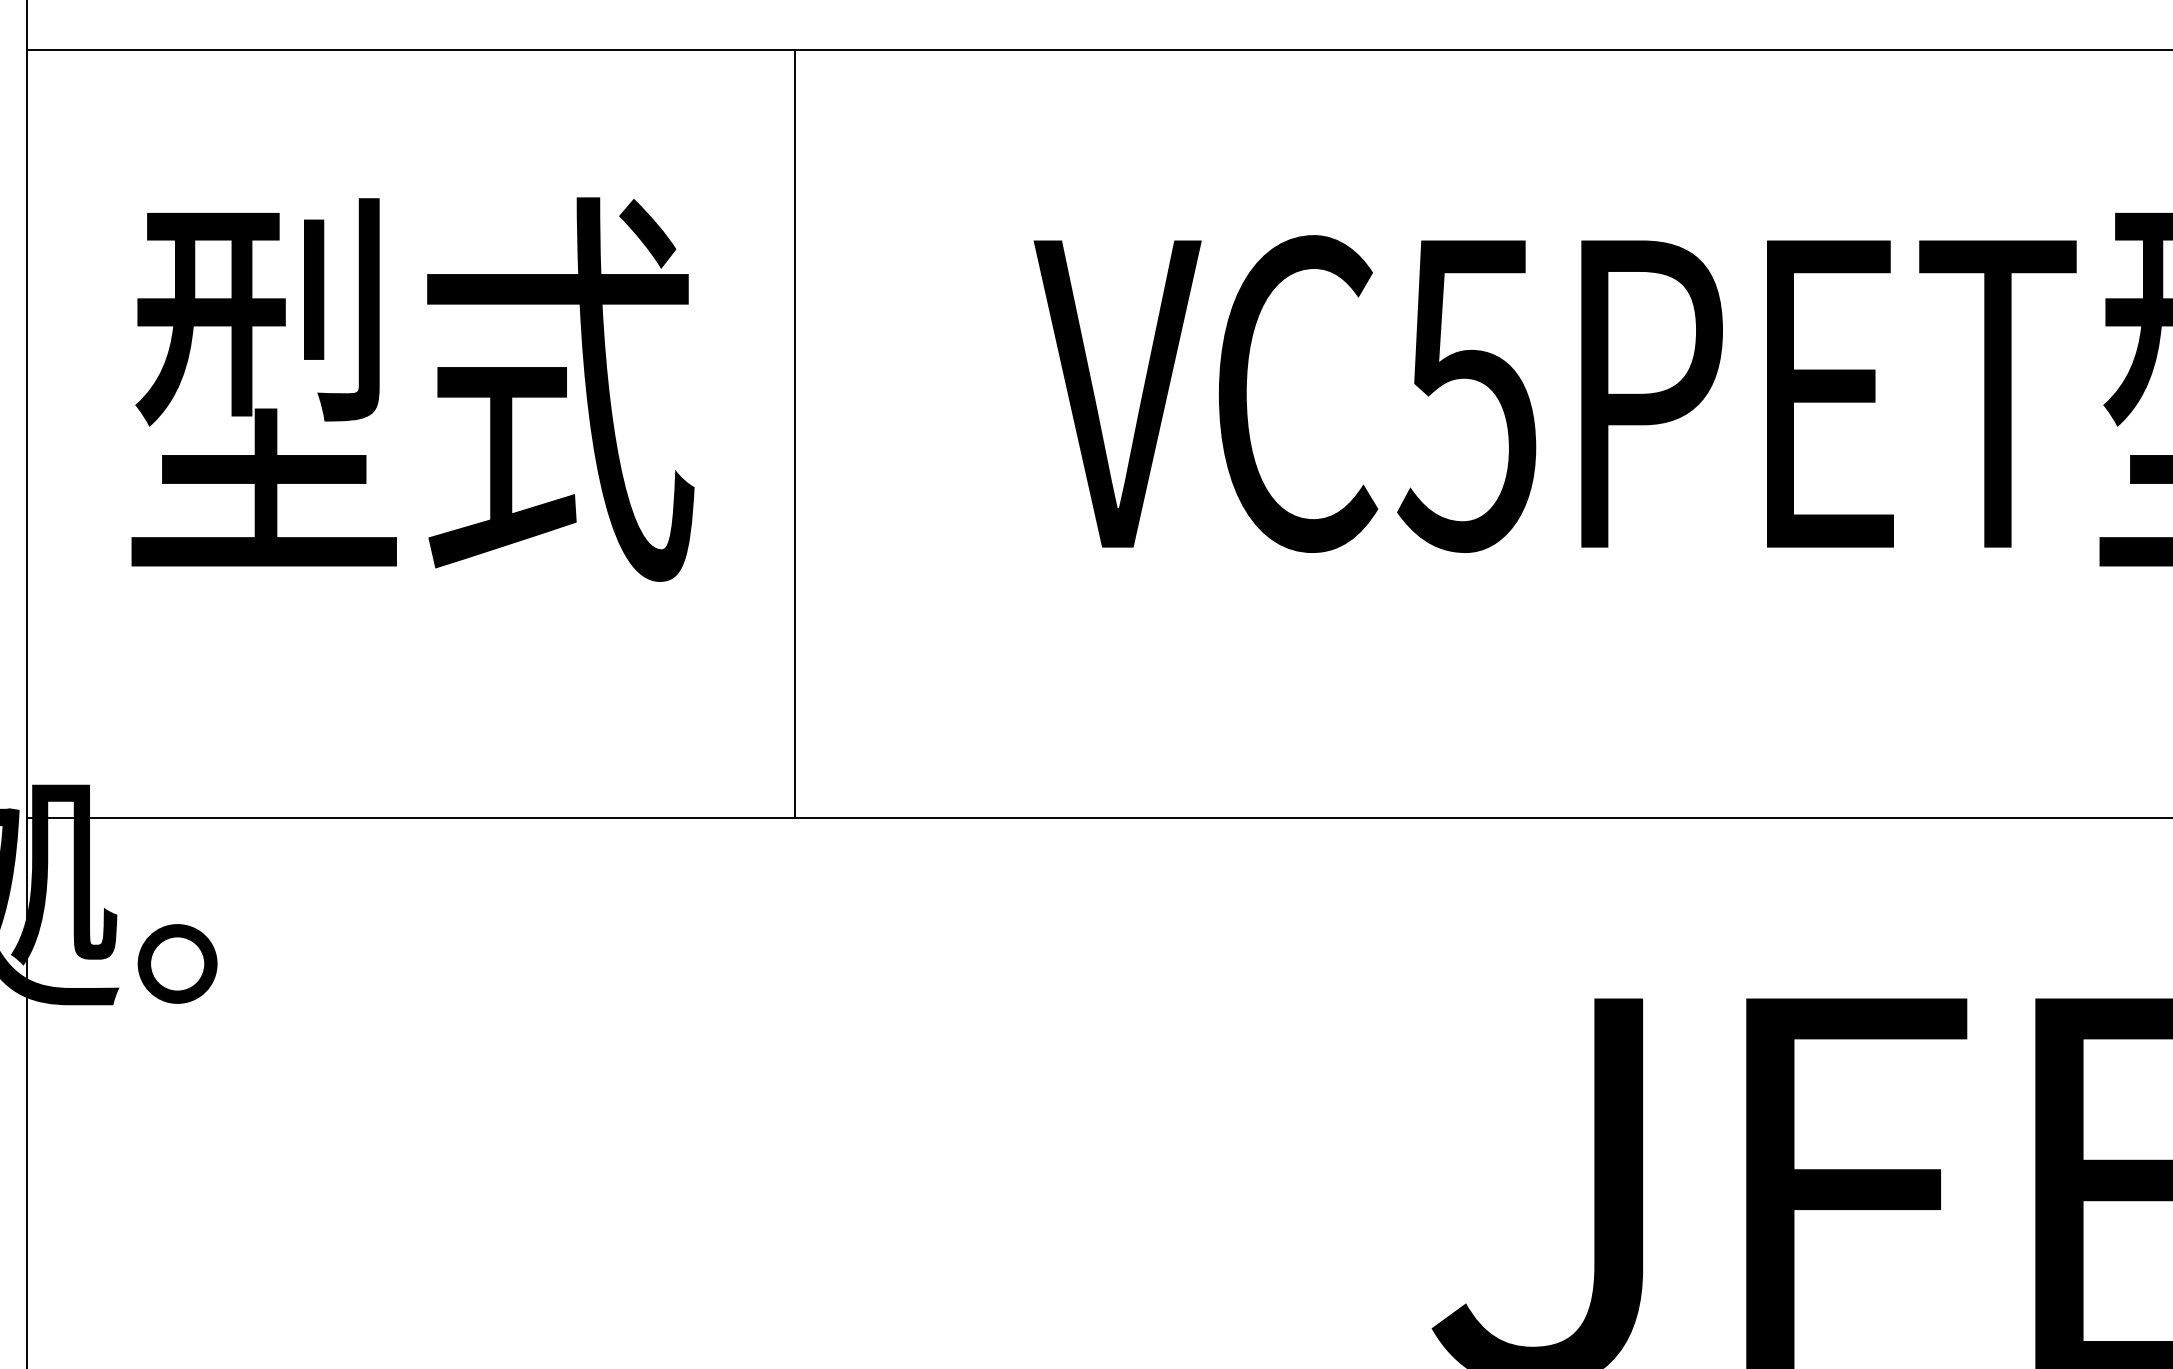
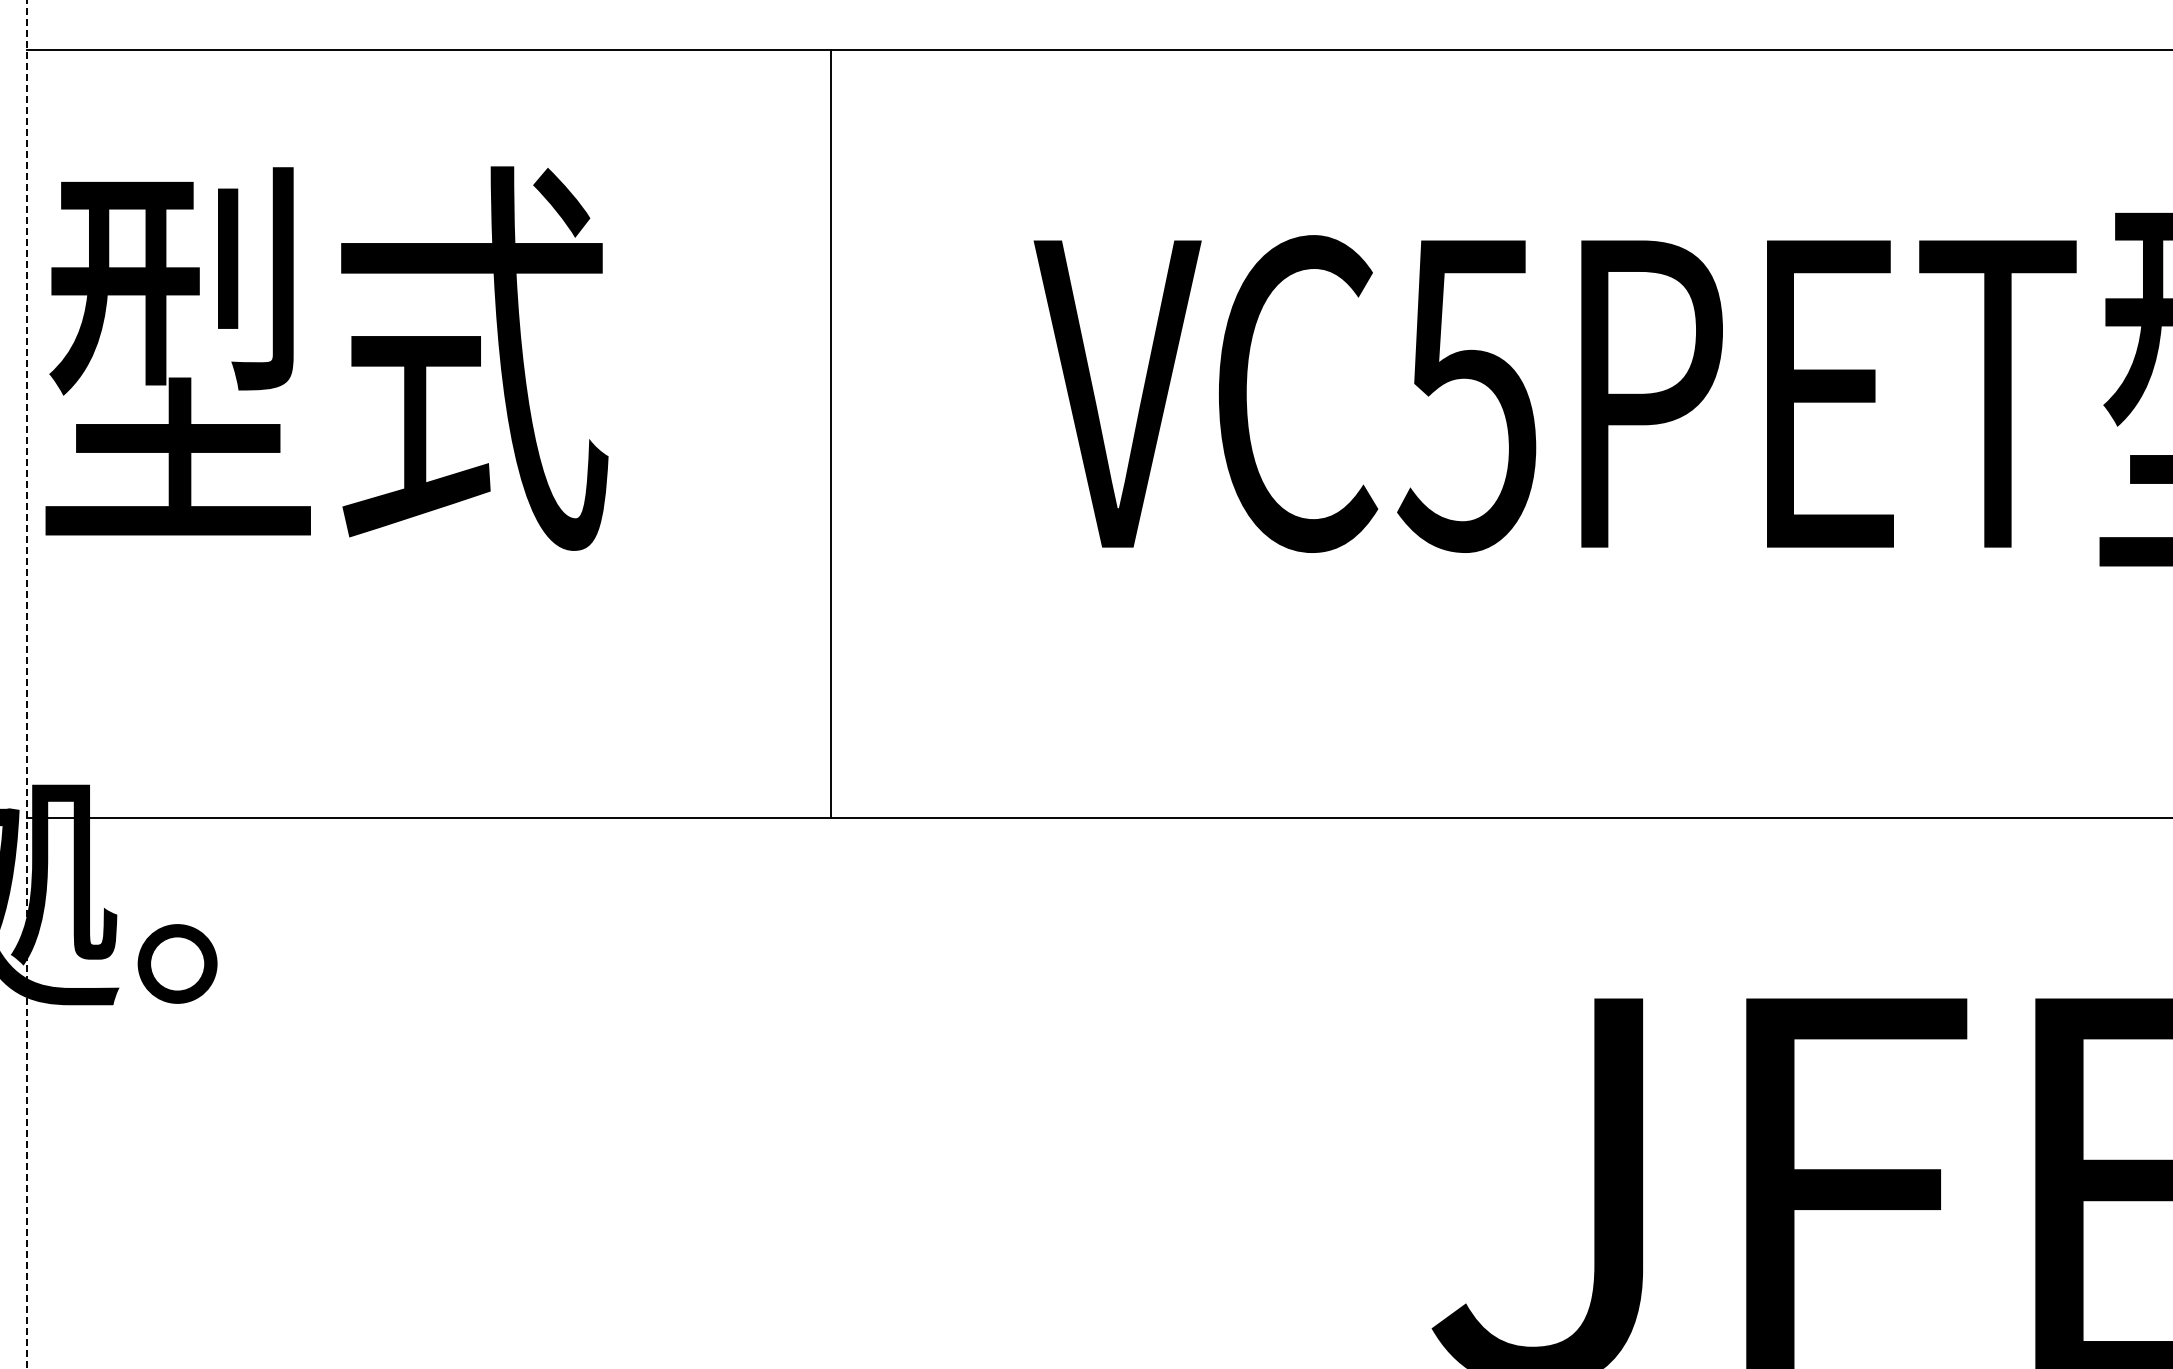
text at (412, 389) position: (412, 389) -> (326, 358)
line at (794, 433) position: (794, 433) -> (830, 433)
line at (27, 684): solid -> dashed
